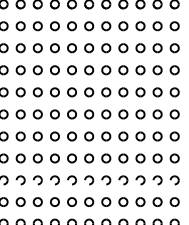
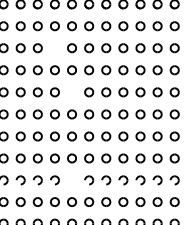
part at (54, 48): present -> none
part at (71, 92): present -> none
part at (71, 180): present -> none
